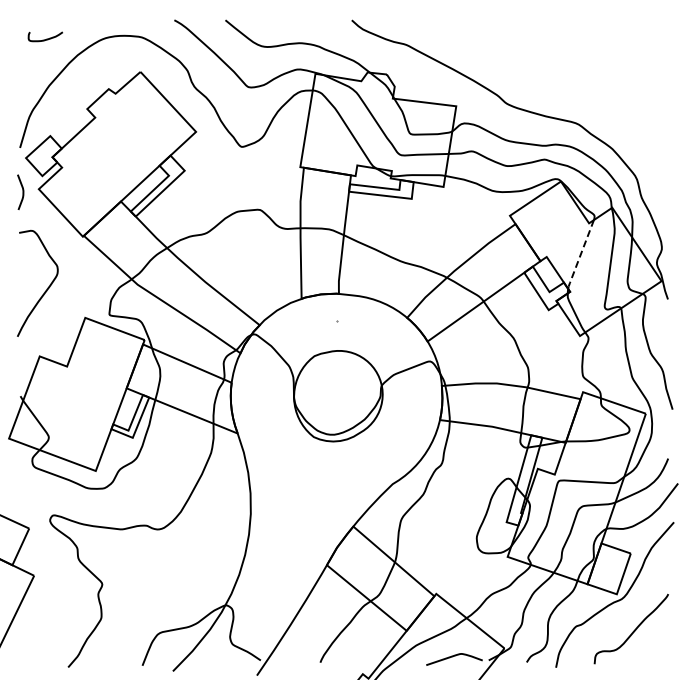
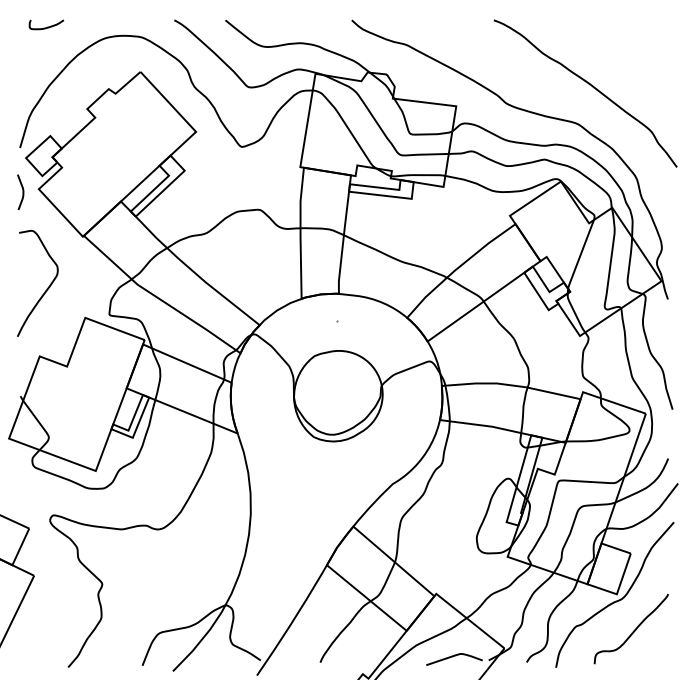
curve at (46, 38) position: (46, 38) -> (47, 26)
curve at (589, 85): none -> present
line at (580, 256): dashed -> solid
